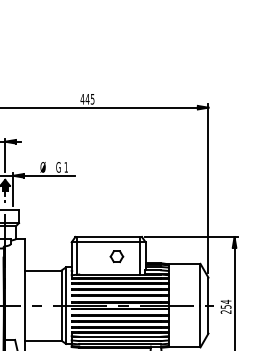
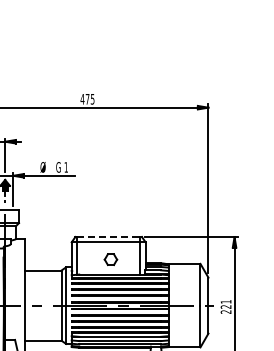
text at (87, 99): 445 -> 475
line at (108, 236): solid -> dashed
part at (116, 256) position: (116, 256) -> (110, 259)
text at (225, 303): 254 -> 221
